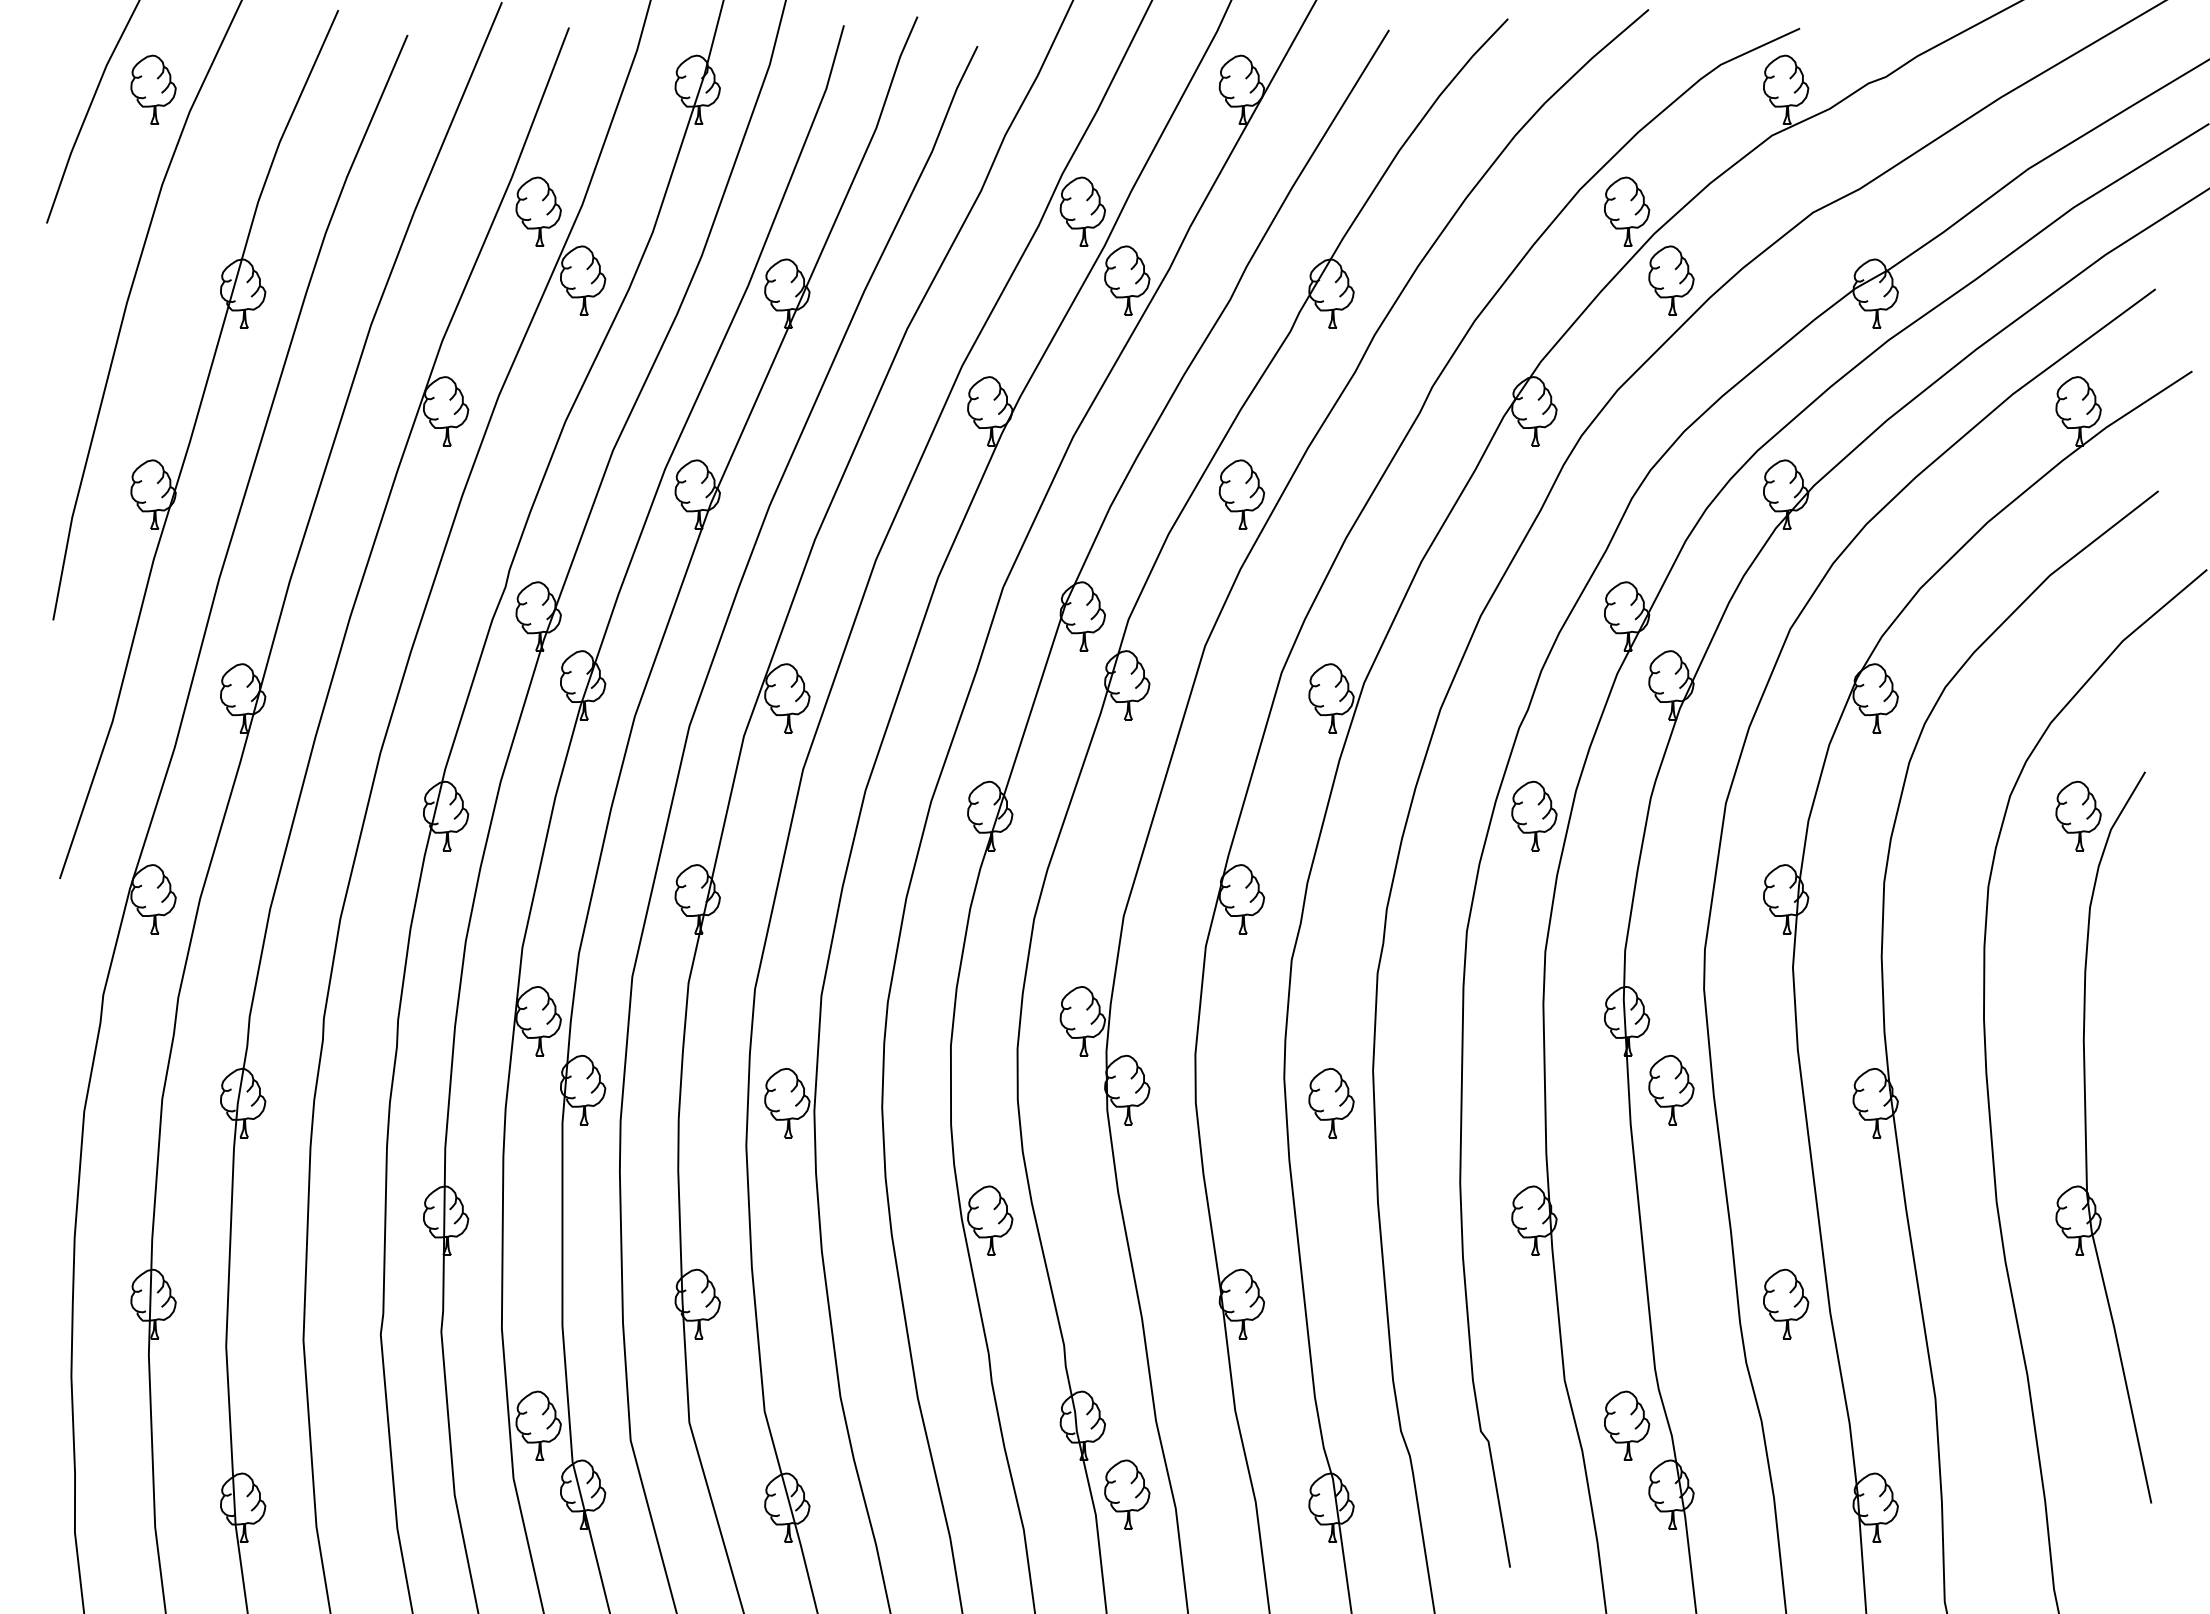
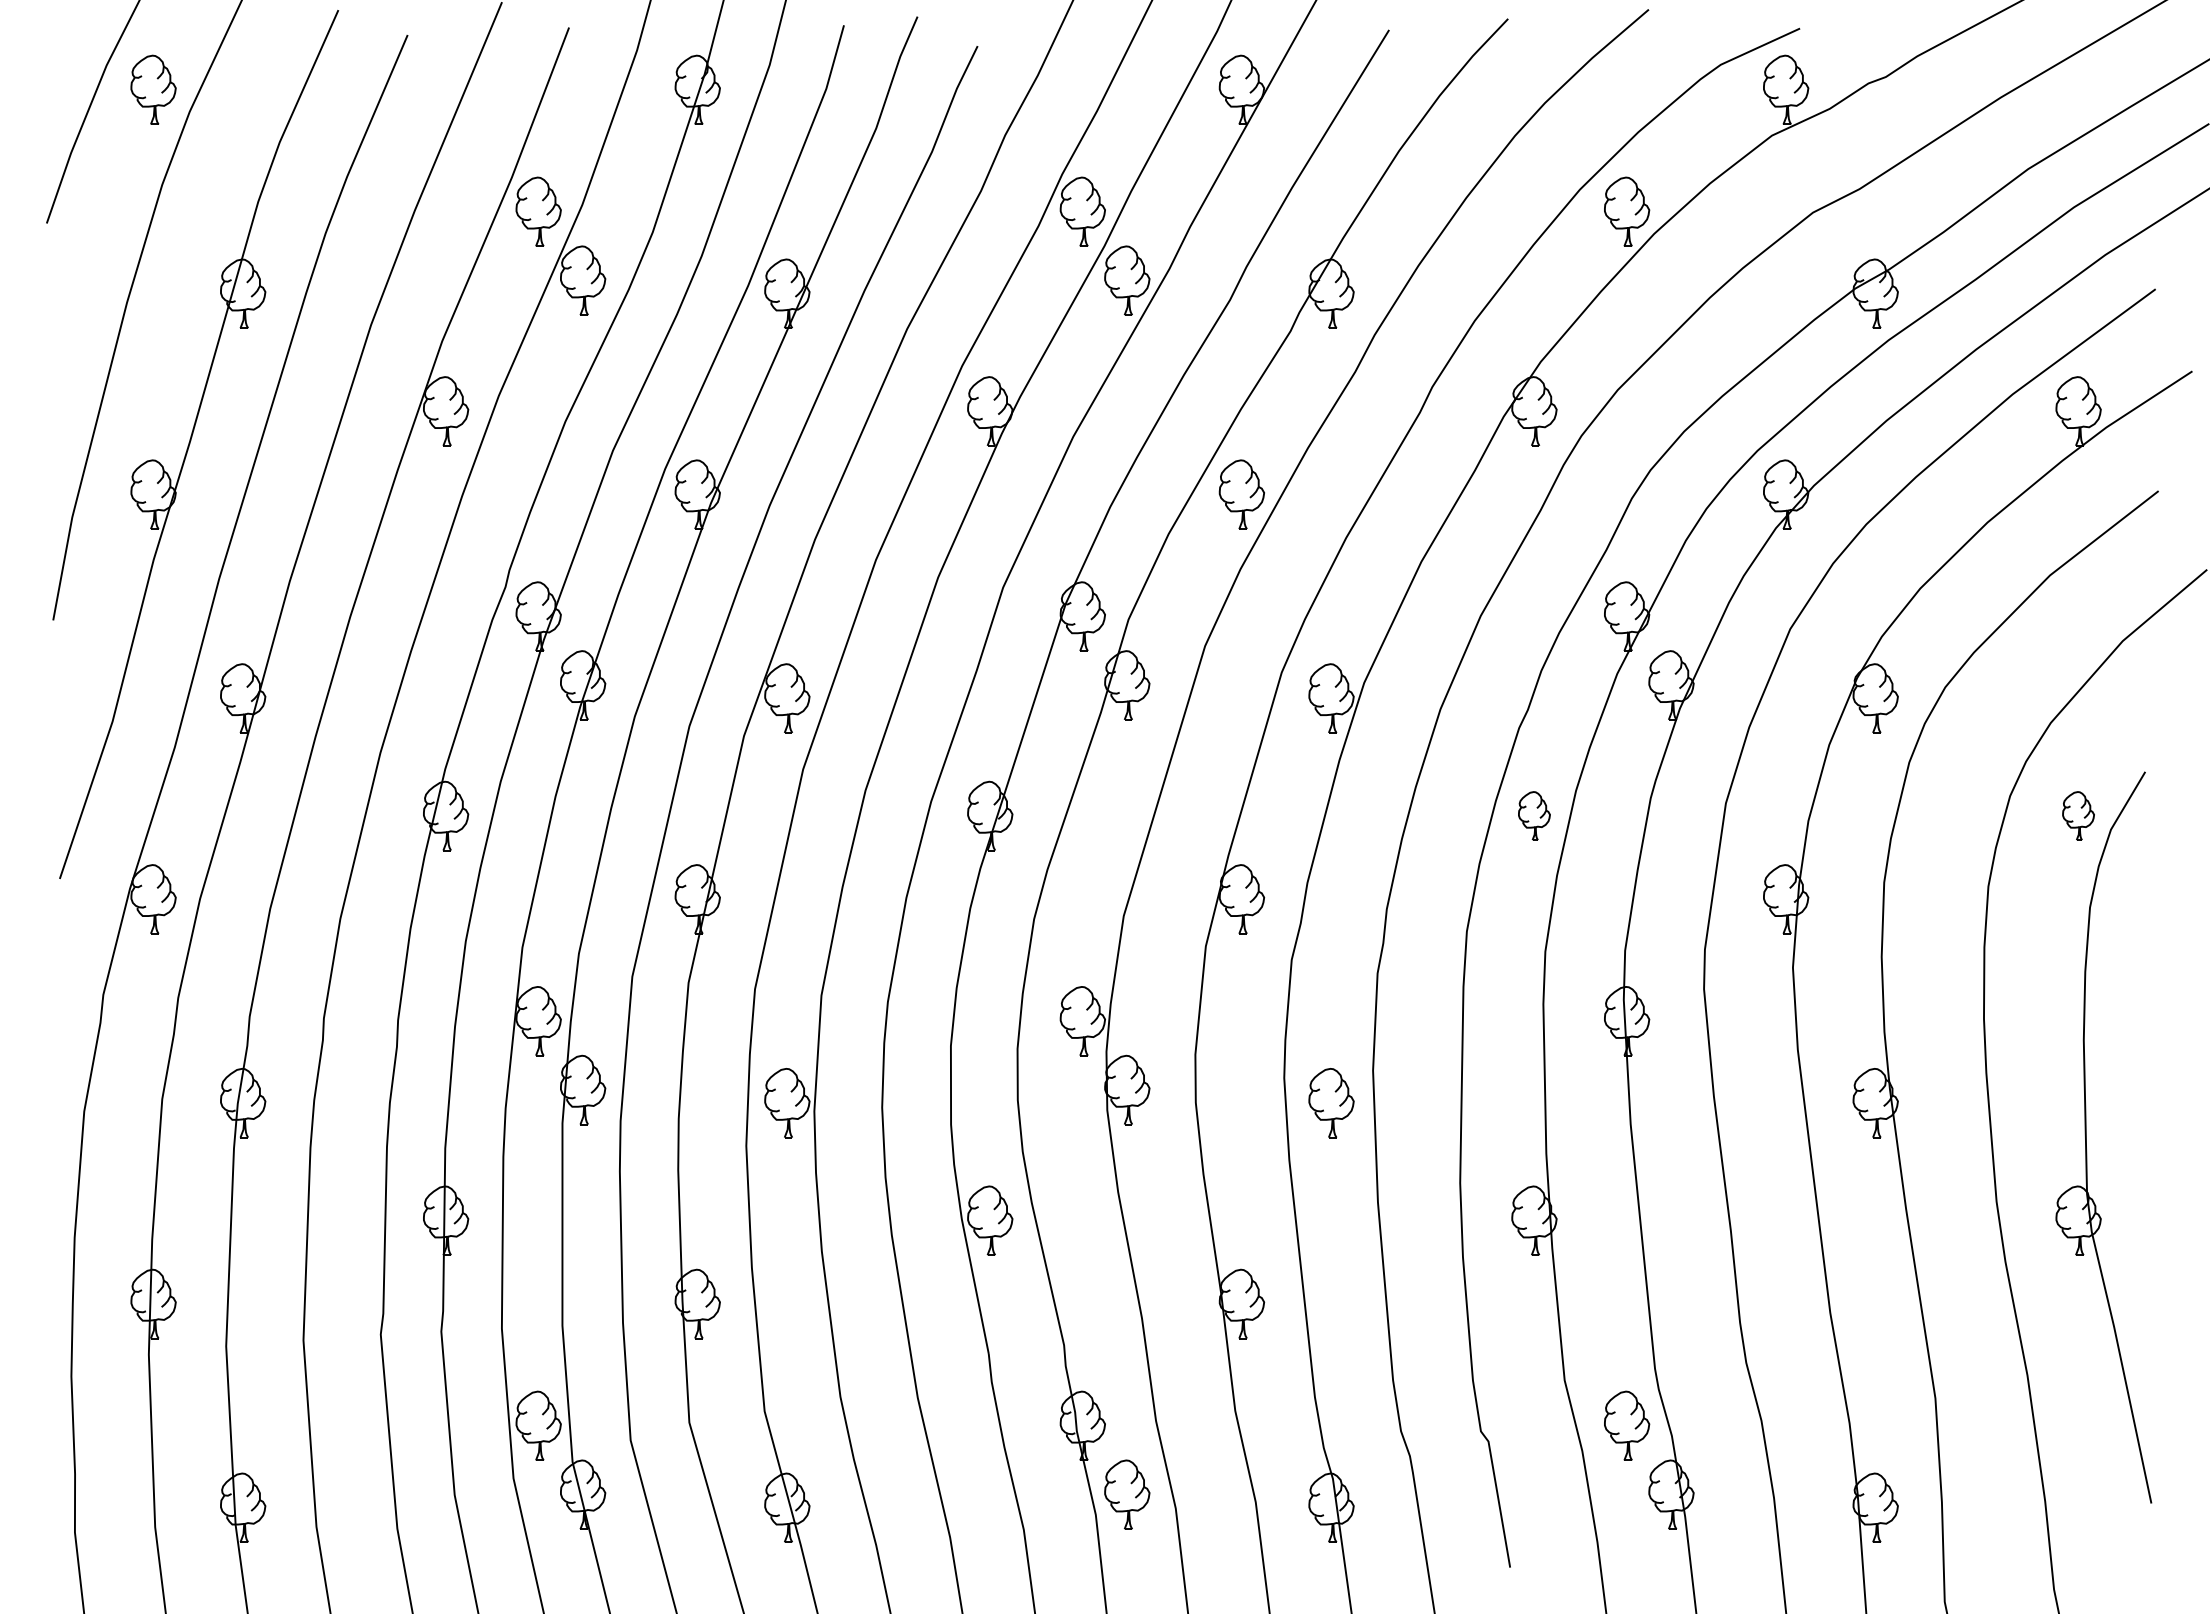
part at (1671, 280): present -> none
part at (1534, 815) size: 47x72 px -> 33x50 px
part at (2078, 815) size: 47x72 px -> 33x50 px
part at (1671, 1089): present -> none
part at (1786, 1303): present -> none
